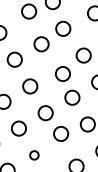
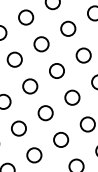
circle at (29, 11) position: (29, 11) -> (26, 17)
circle at (63, 28) position: (63, 28) -> (68, 28)
circle at (62, 73) position: (62, 73) -> (56, 70)
circle at (61, 133) position: (61, 133) -> (61, 139)
circle at (34, 155) size: 11x11 px -> 17x17 px
